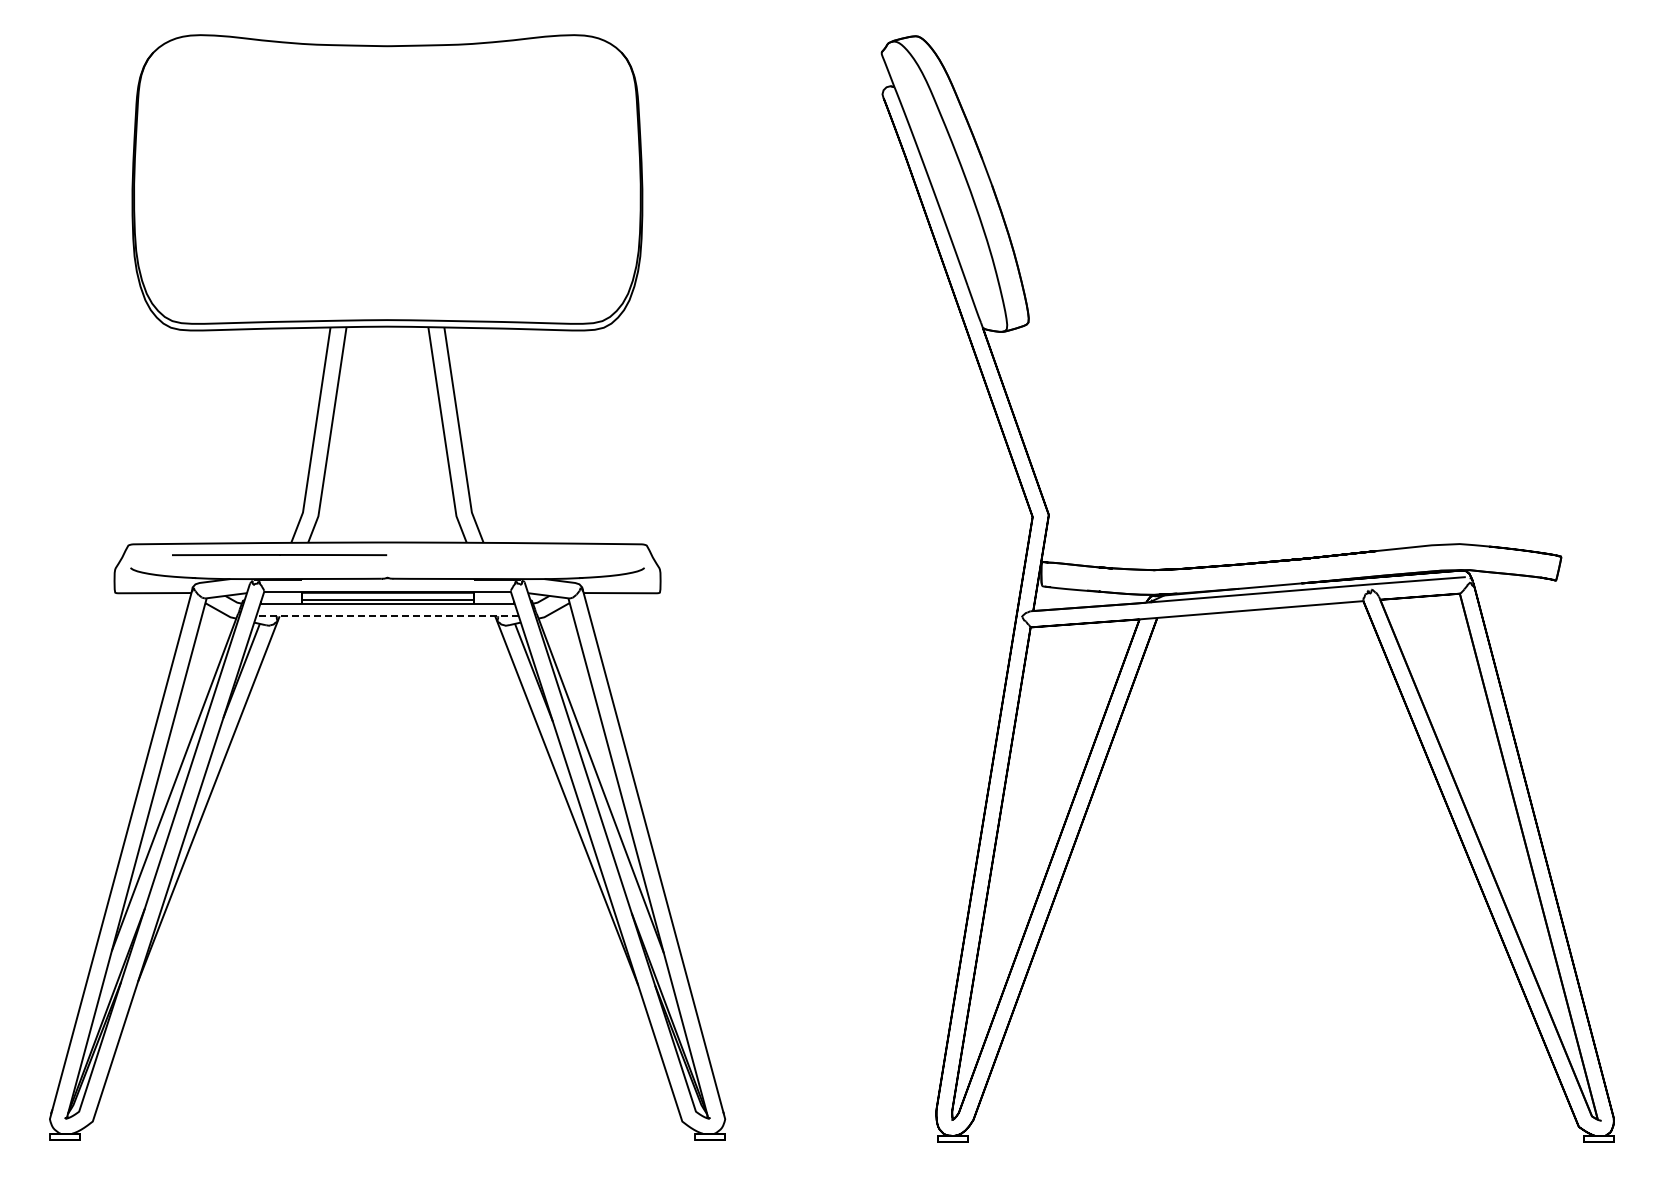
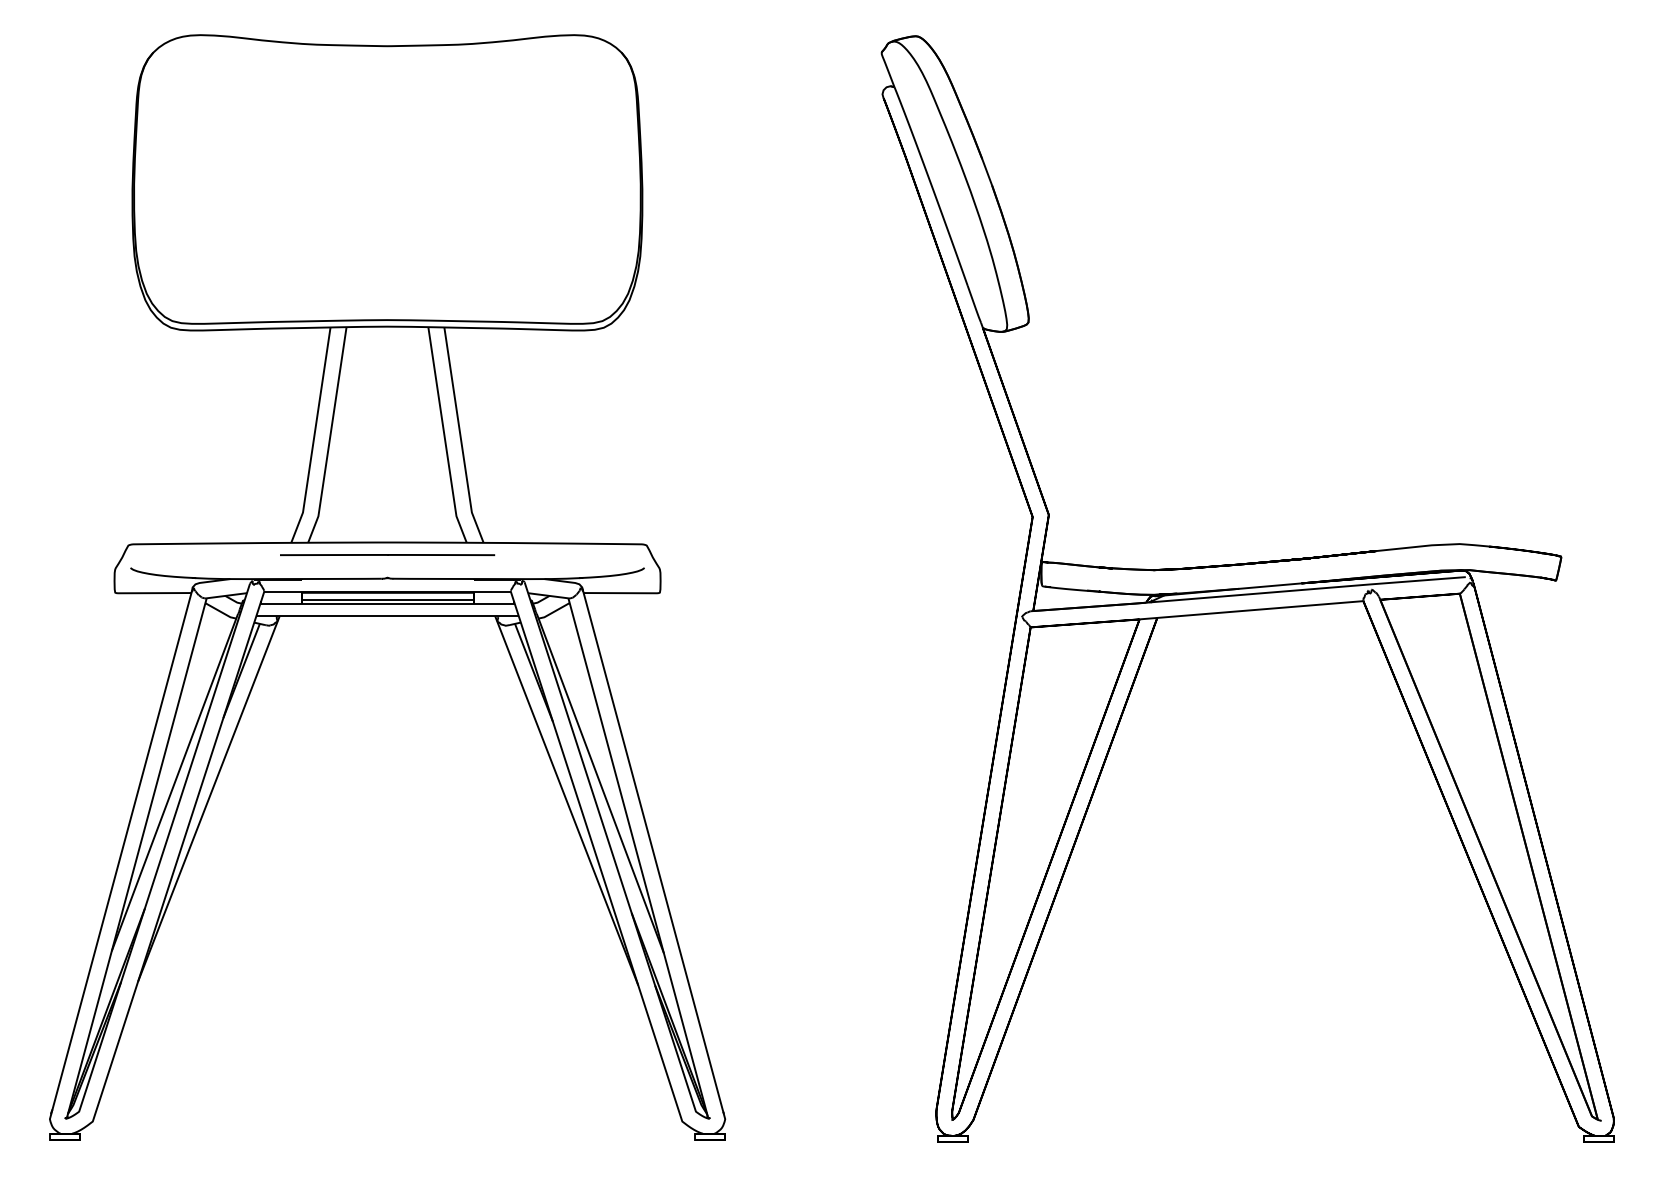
line at (279, 554) position: (279, 554) -> (387, 554)
line at (387, 616): dashed -> solid
